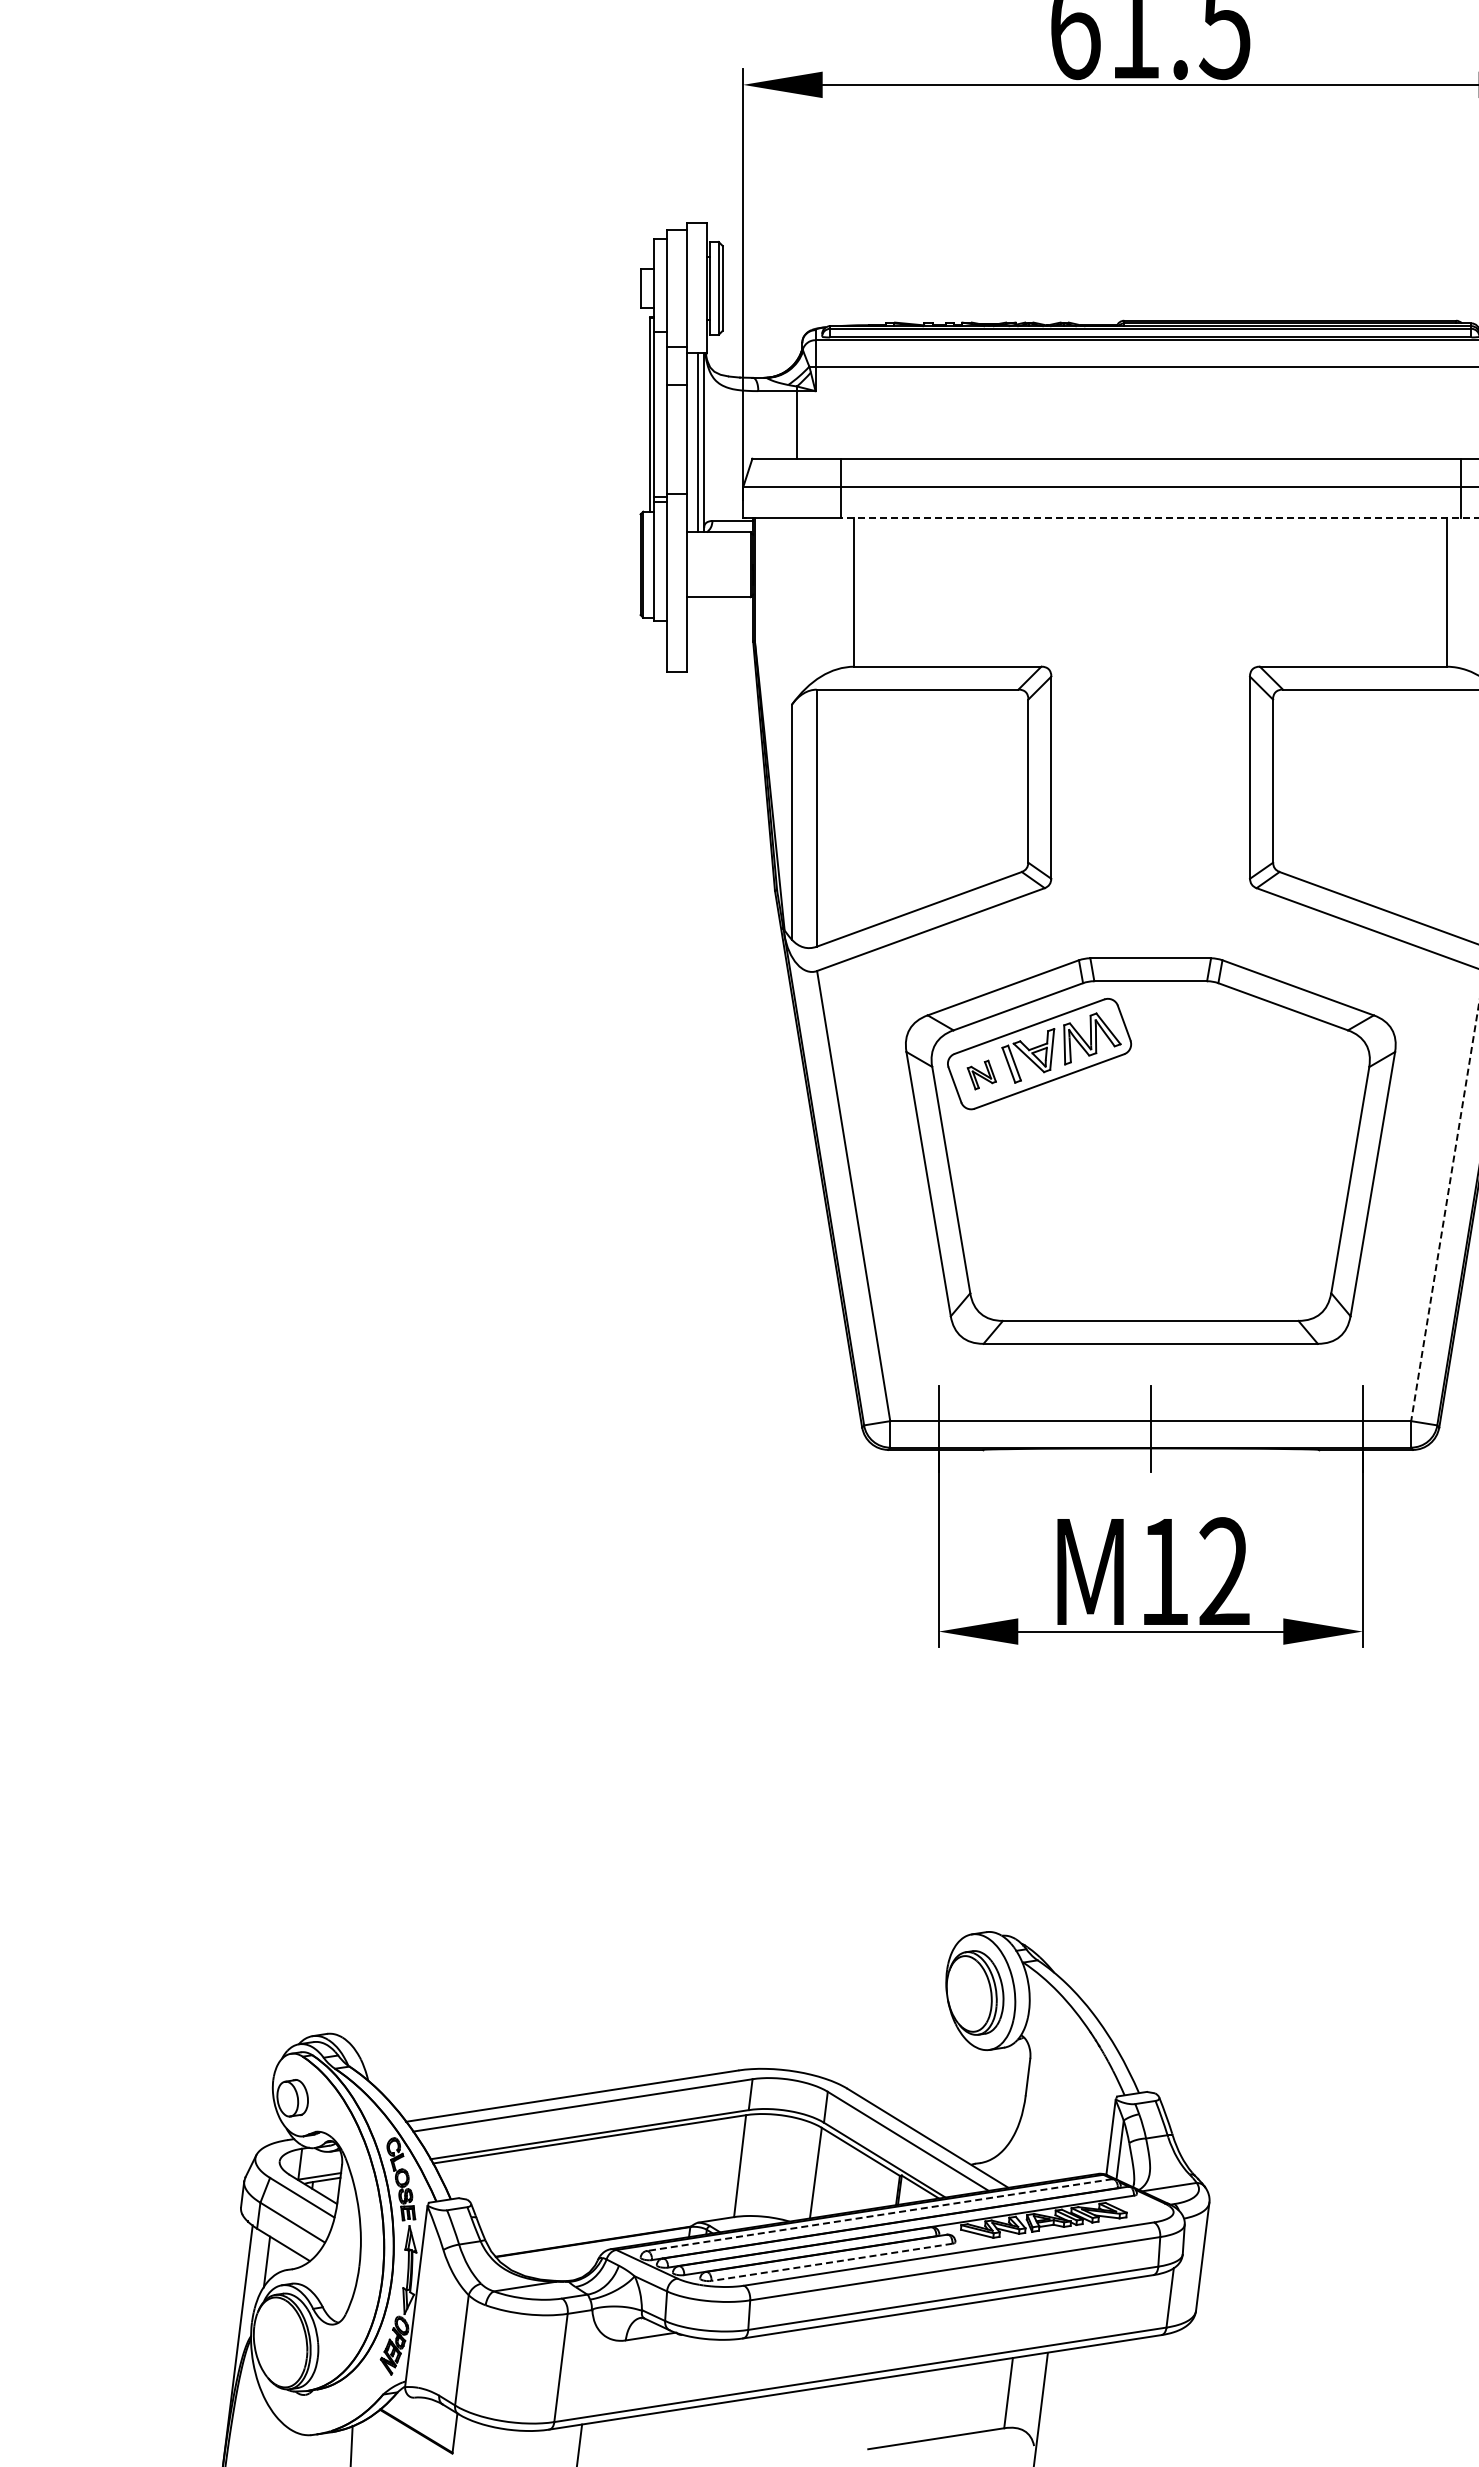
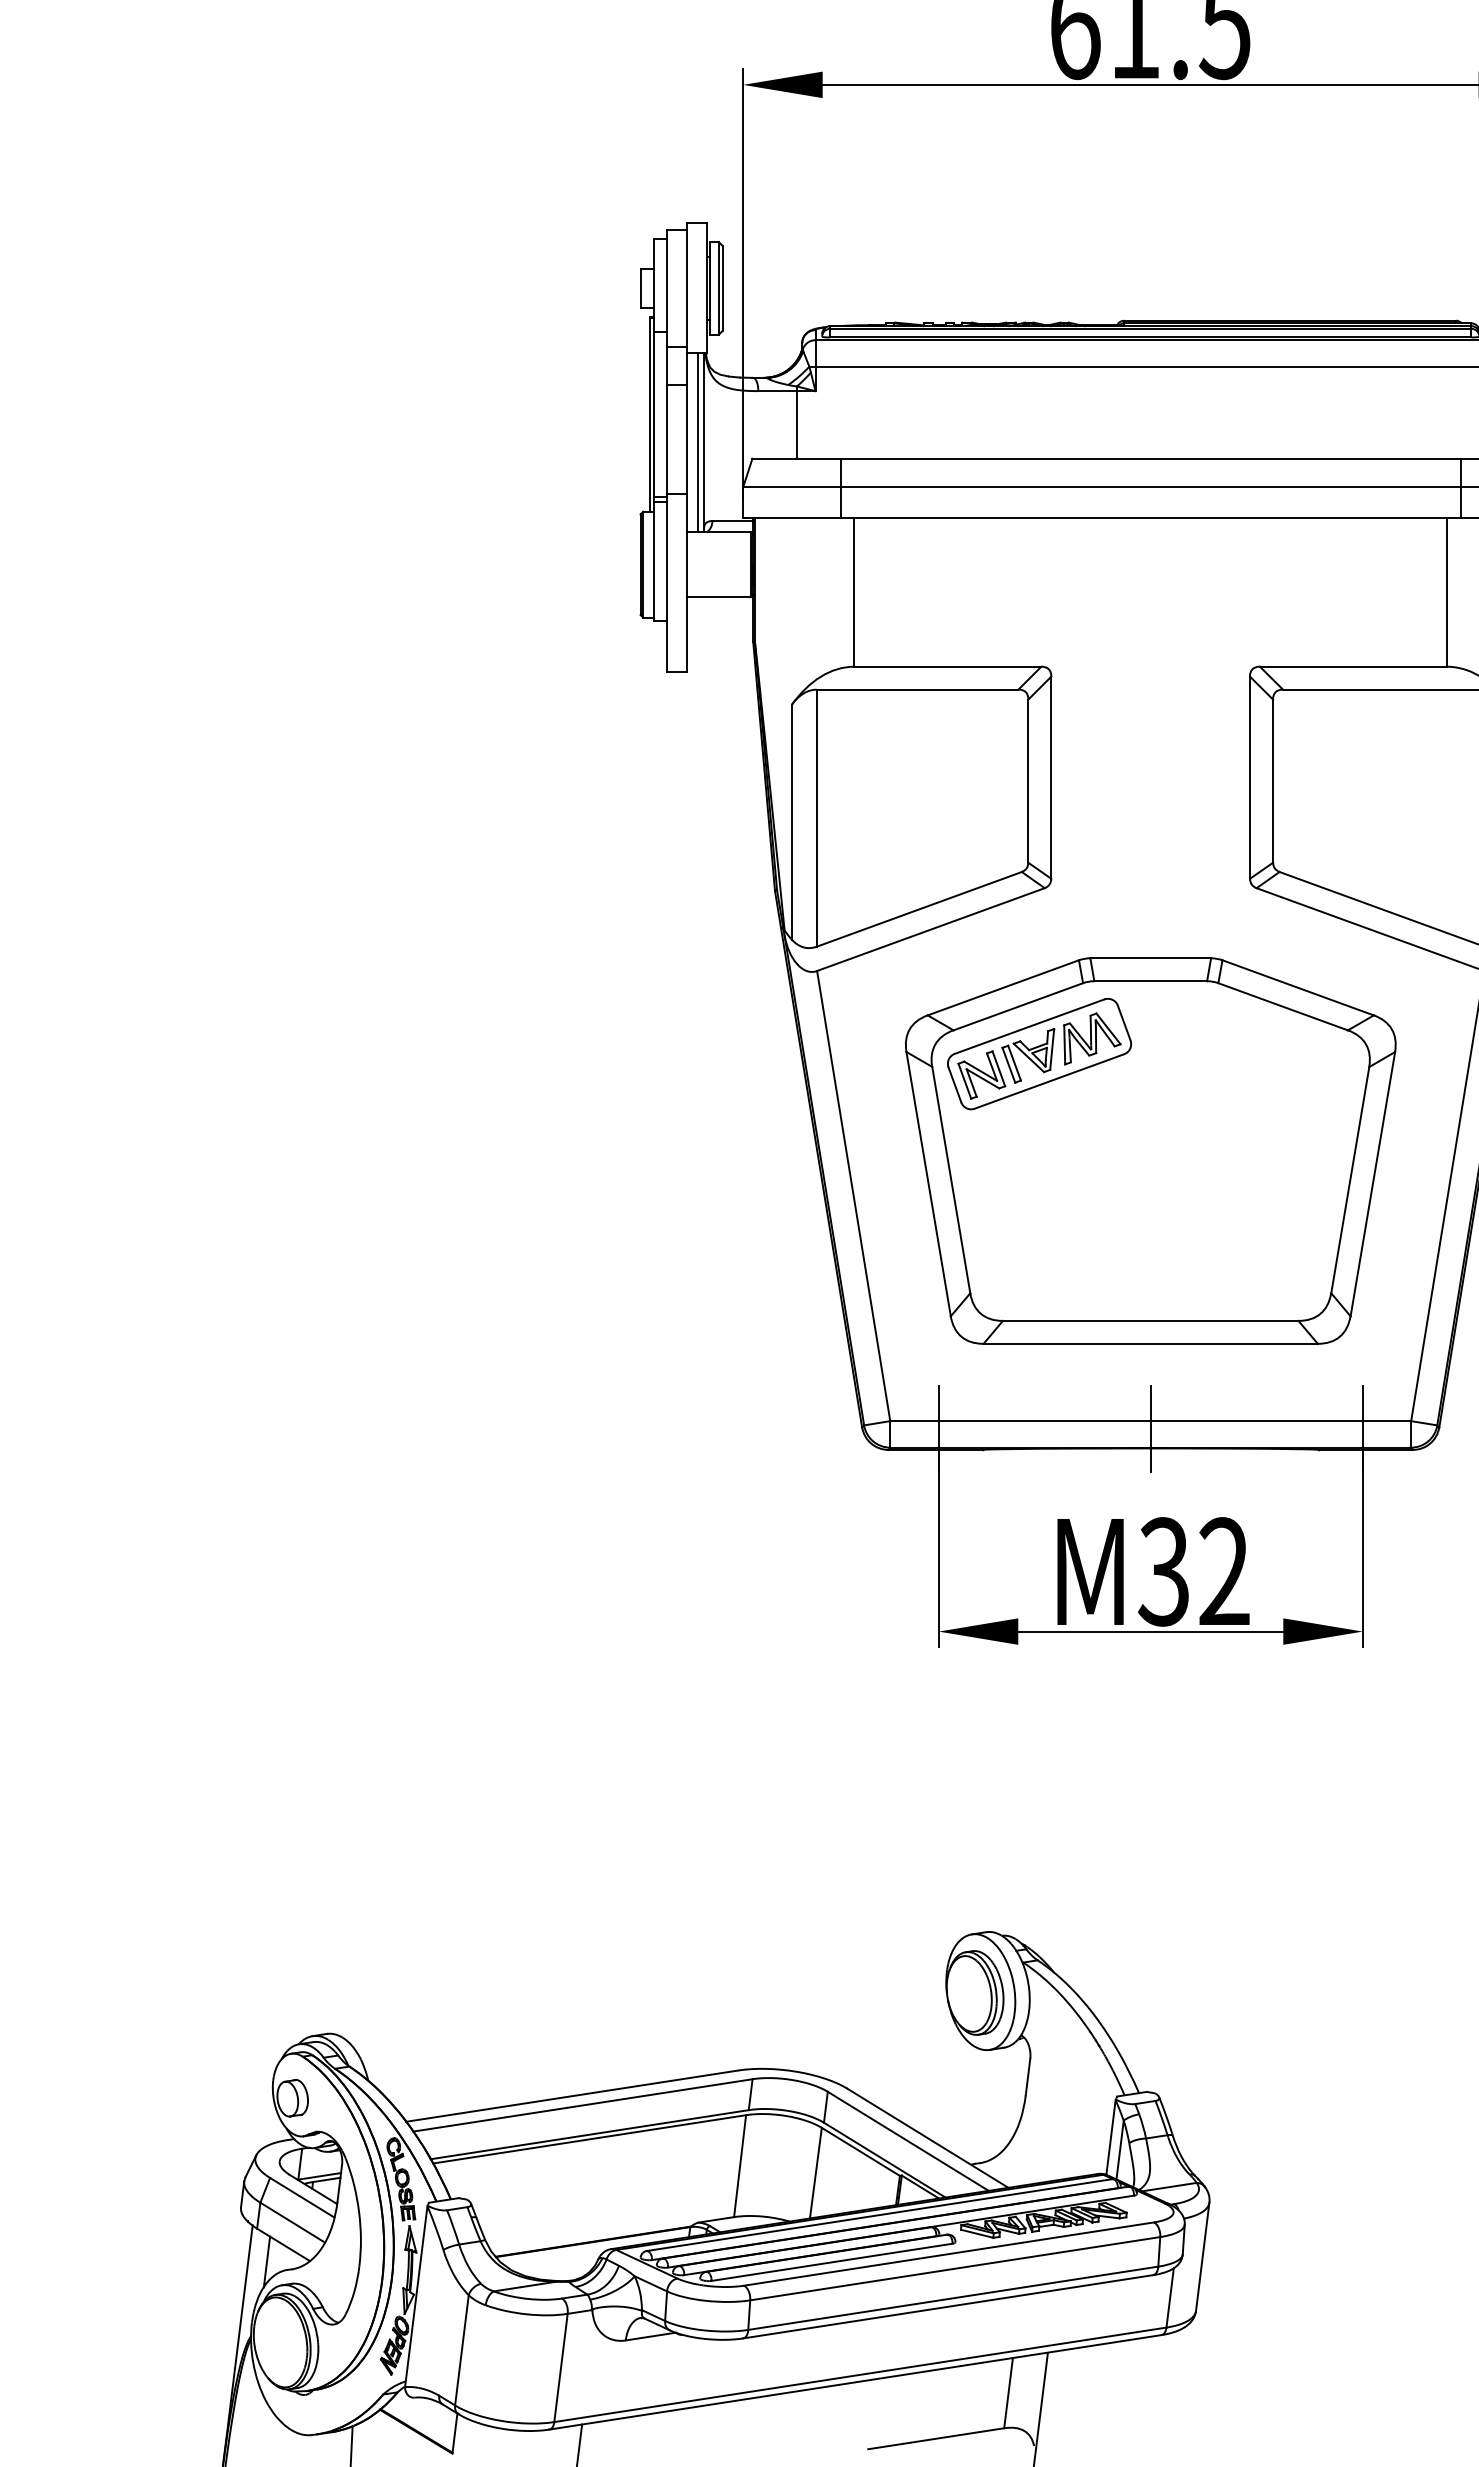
line at (1159, 518): dashed -> solid
part at (981, 1074) size: 31x32 px -> 50x50 px
line at (1444, 1213): dashed -> solid
text at (1163, 1571): M12 -> M32
line at (879, 2215): dashed -> solid
line at (832, 2262): dashed -> solid
